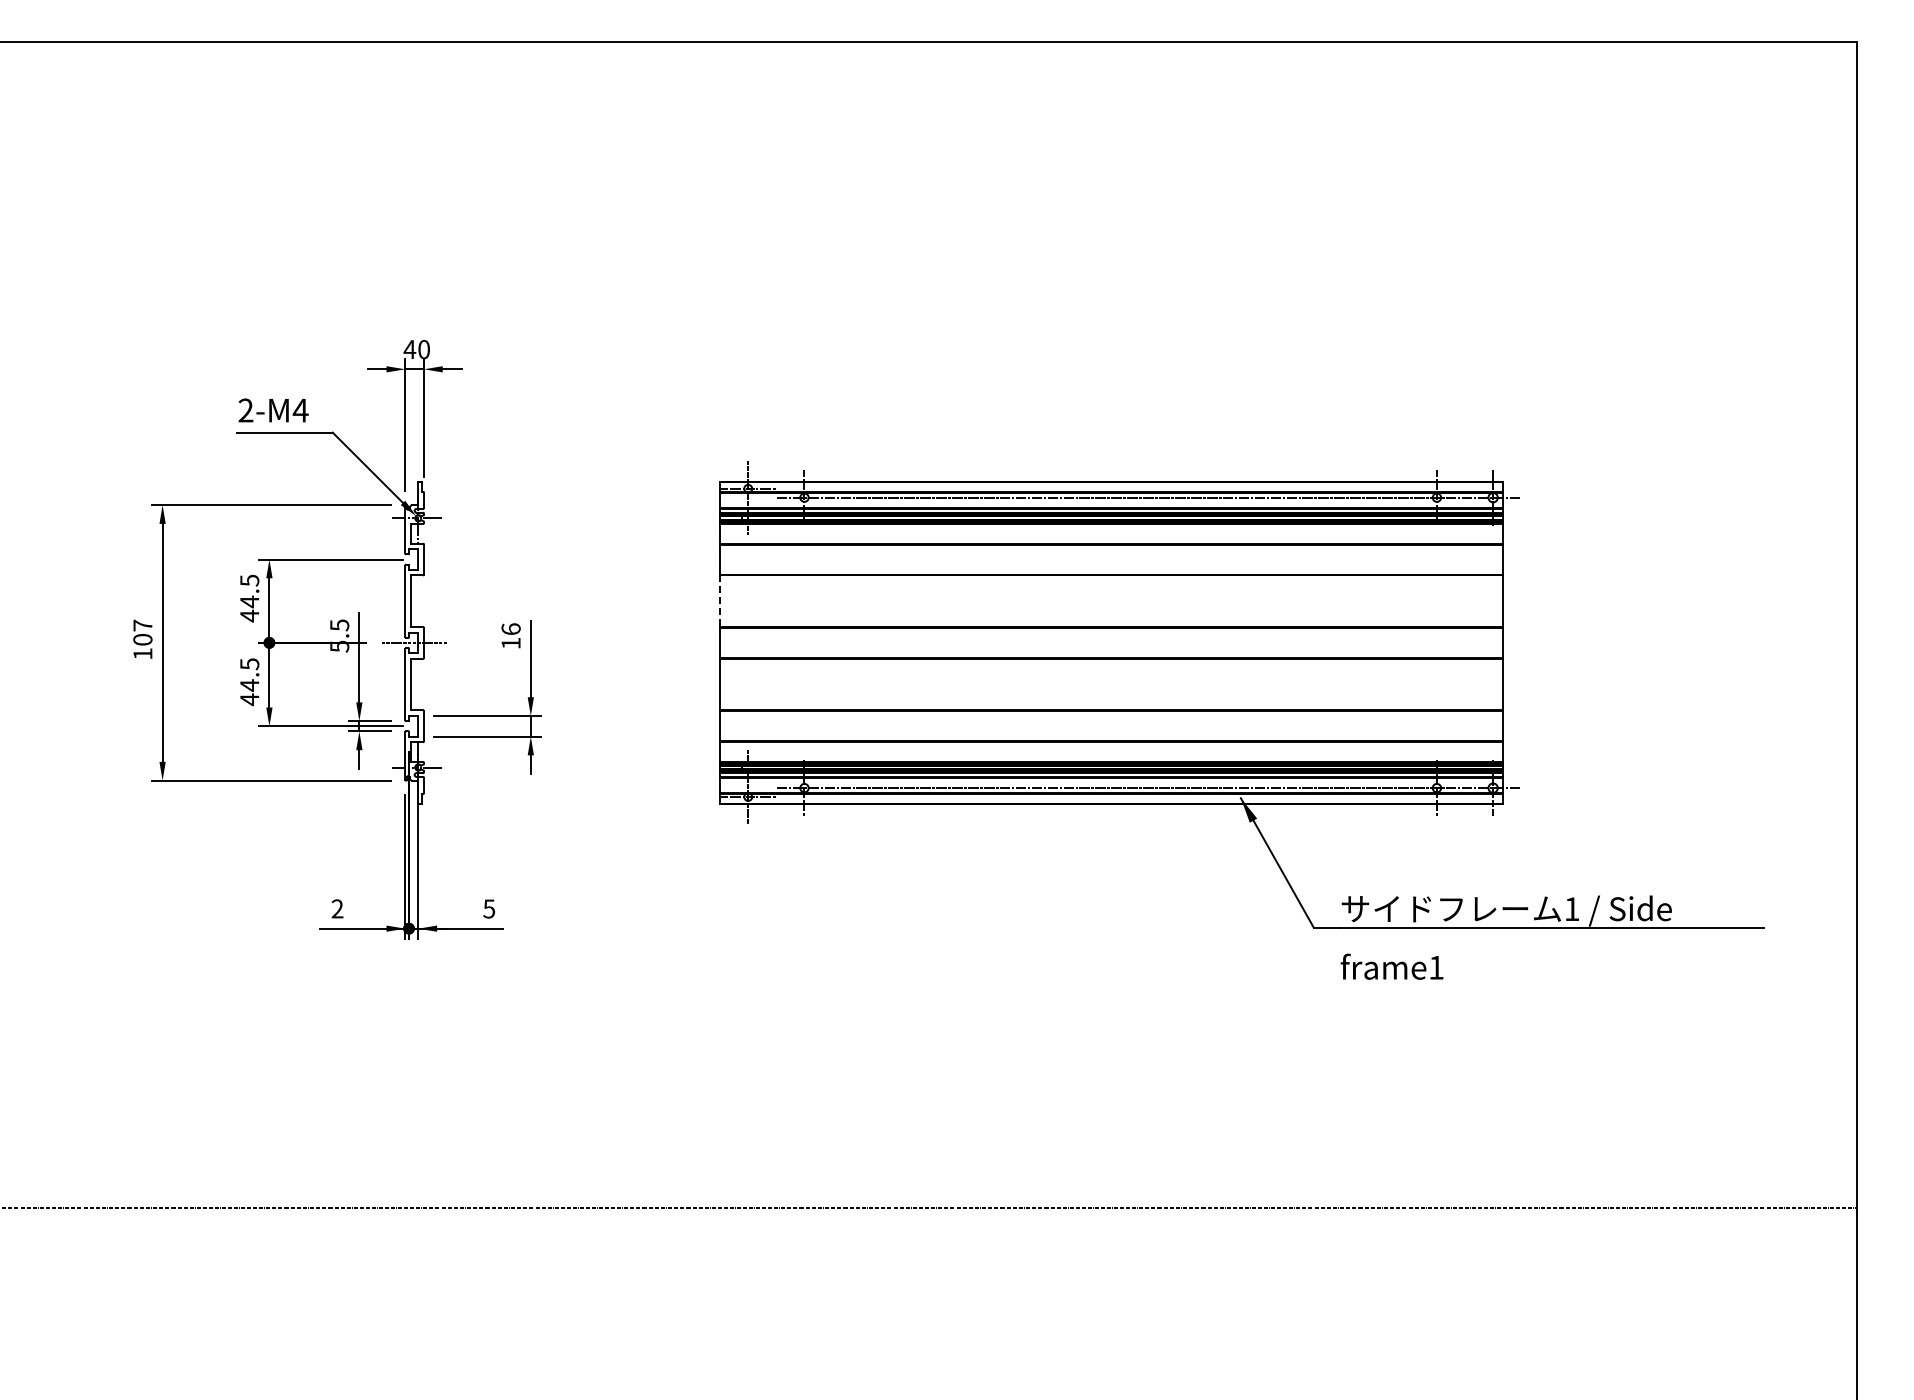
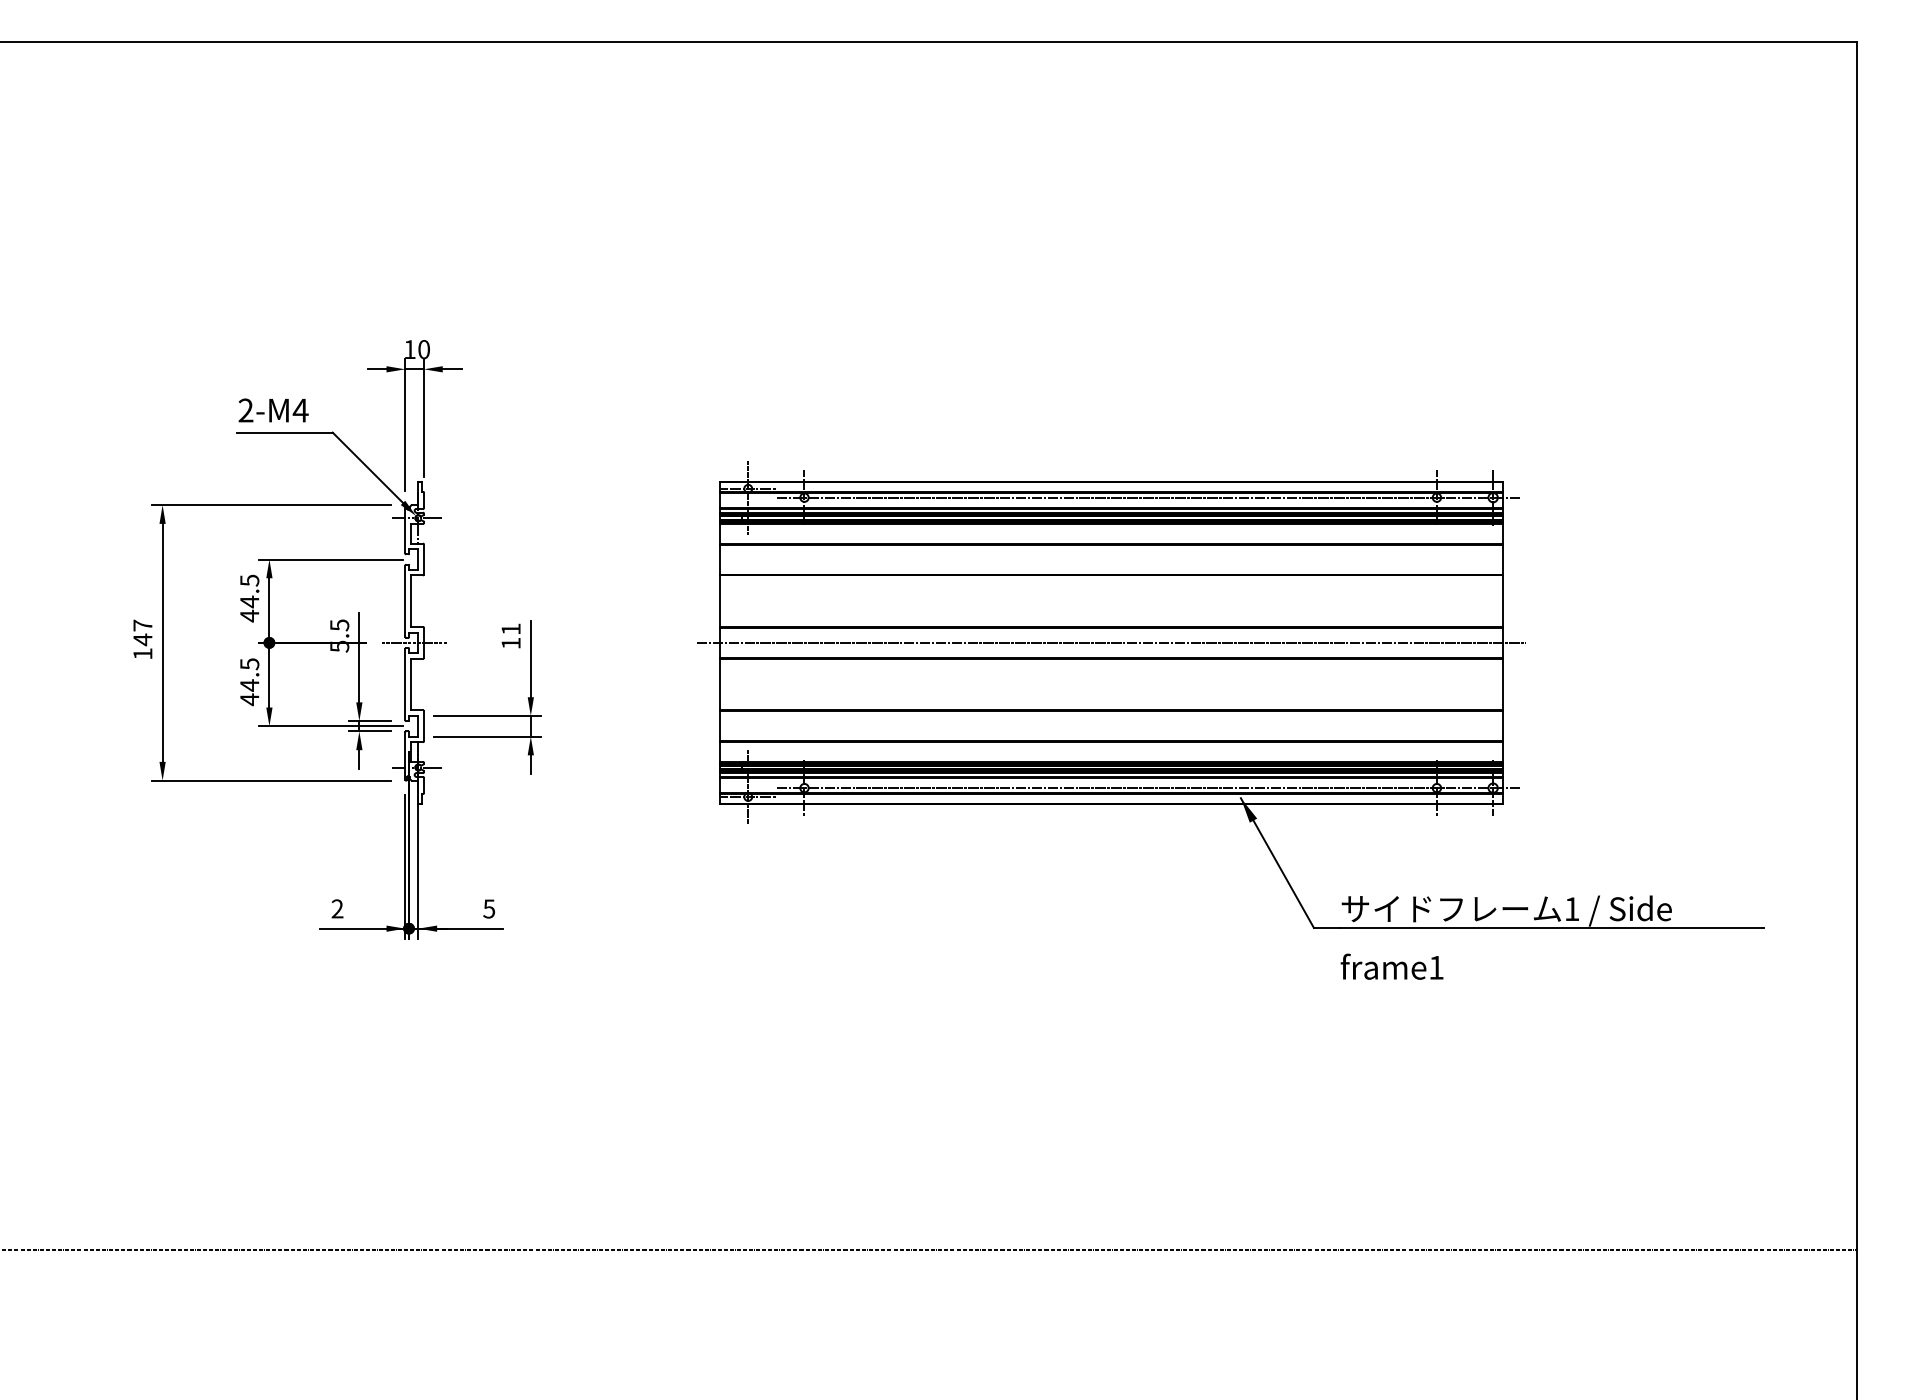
text at (409, 349): 40 -> 10
line at (720, 601): dashed -> solid
text at (510, 628): 16 -> 11
text at (142, 639): 107 -> 147
line at (1110, 642): none -> present
line at (929, 1207) position: (929, 1207) -> (929, 1249)
